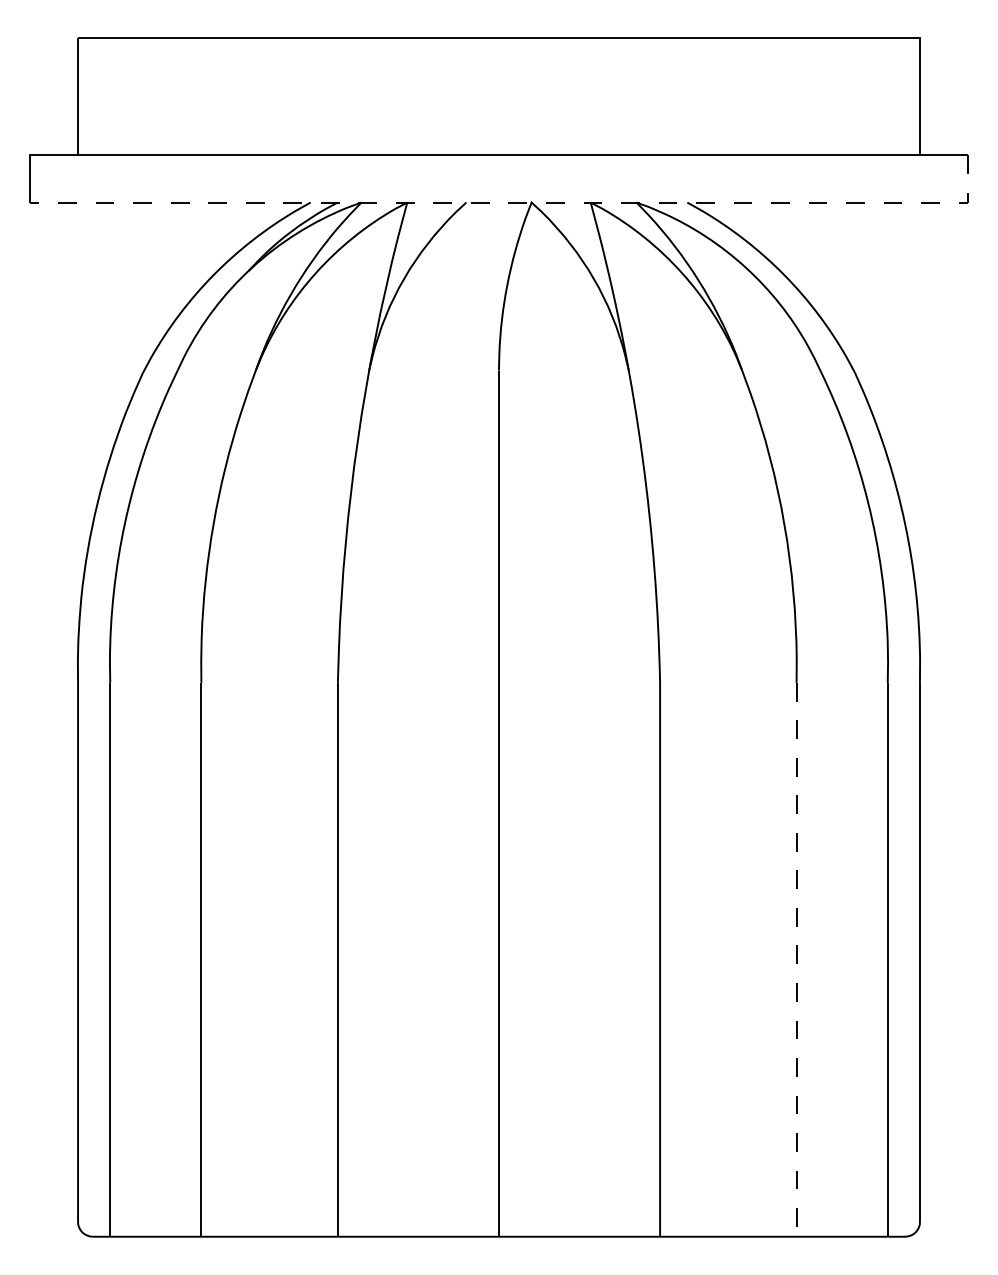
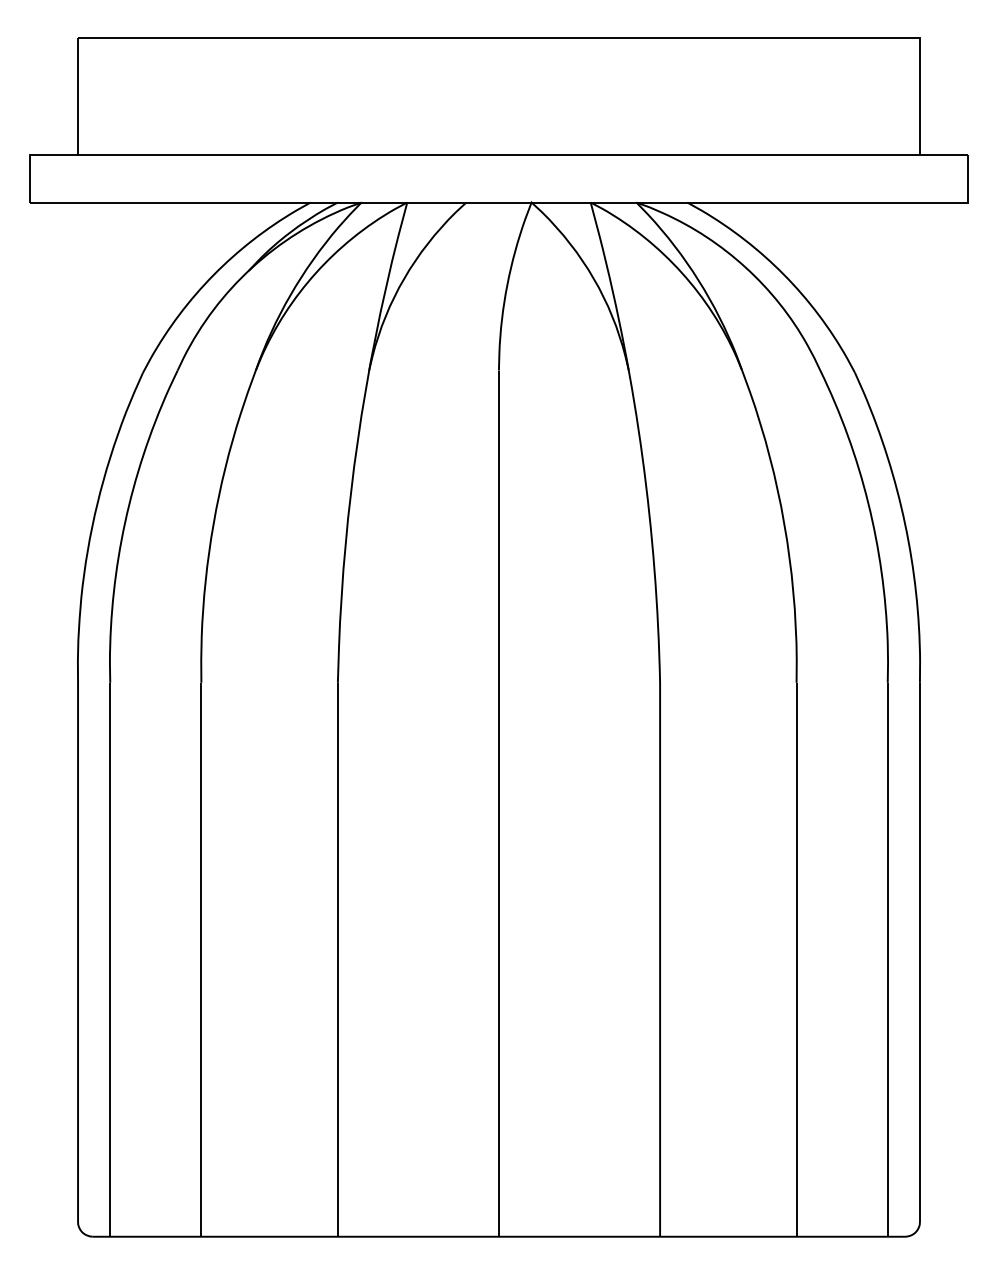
line at (522, 202): dashed -> solid
line at (796, 959): dashed -> solid
